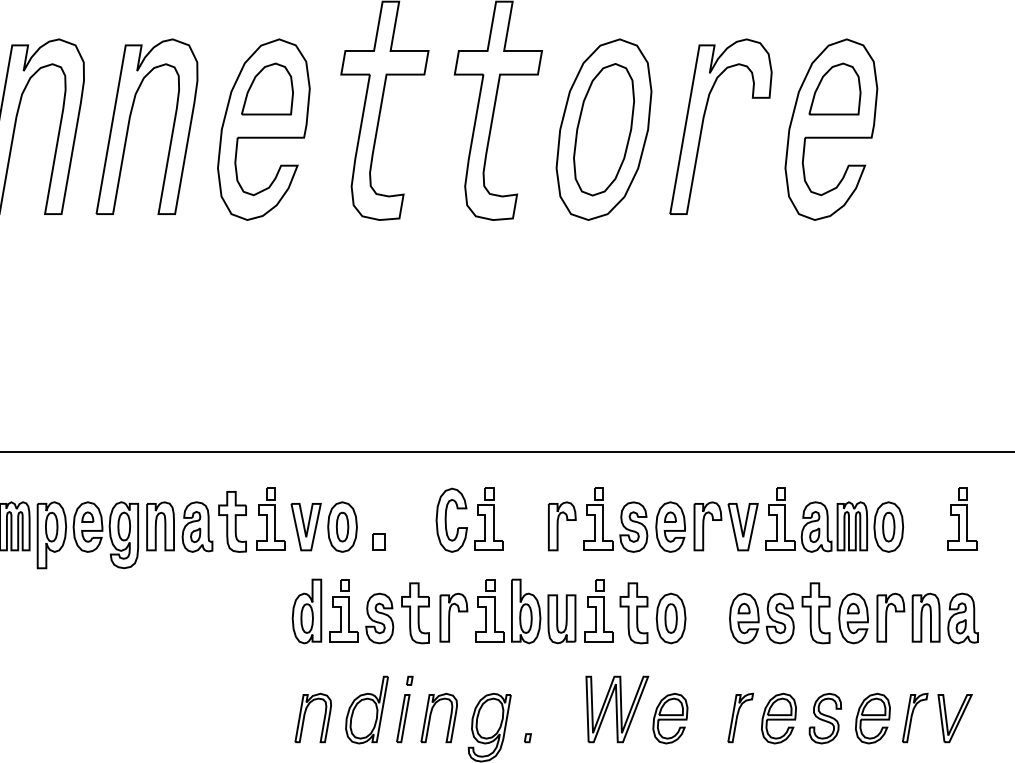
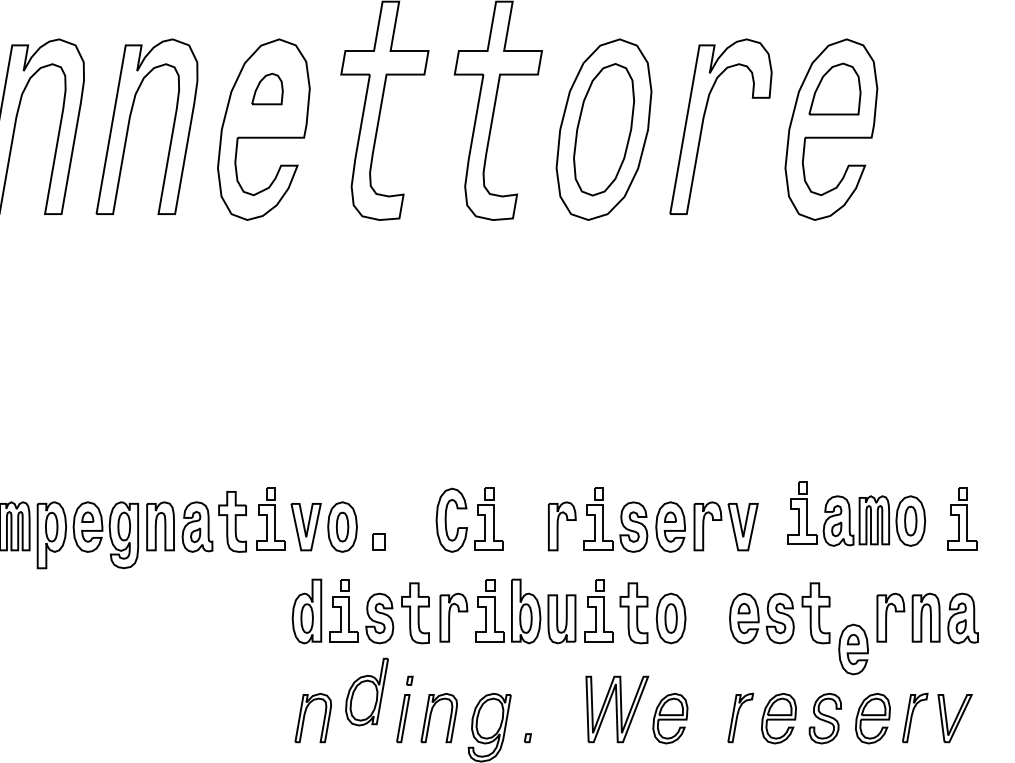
part at (267, 88) size: 53x54 px -> 33x34 px
line at (506, 451): present -> none
part at (834, 519) position: (834, 519) -> (856, 513)
part at (853, 618) position: (853, 618) -> (853, 649)
part at (366, 709) position: (366, 709) -> (366, 691)
